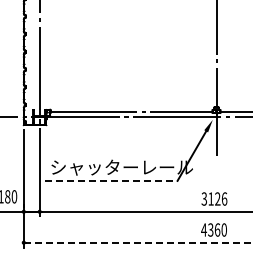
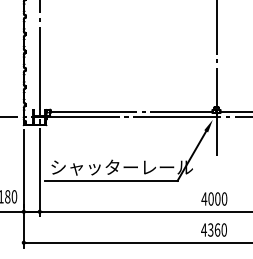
line at (111, 180): dashed -> solid
text at (214, 198): 3126 -> 4000
line at (138, 242): dashed -> solid
